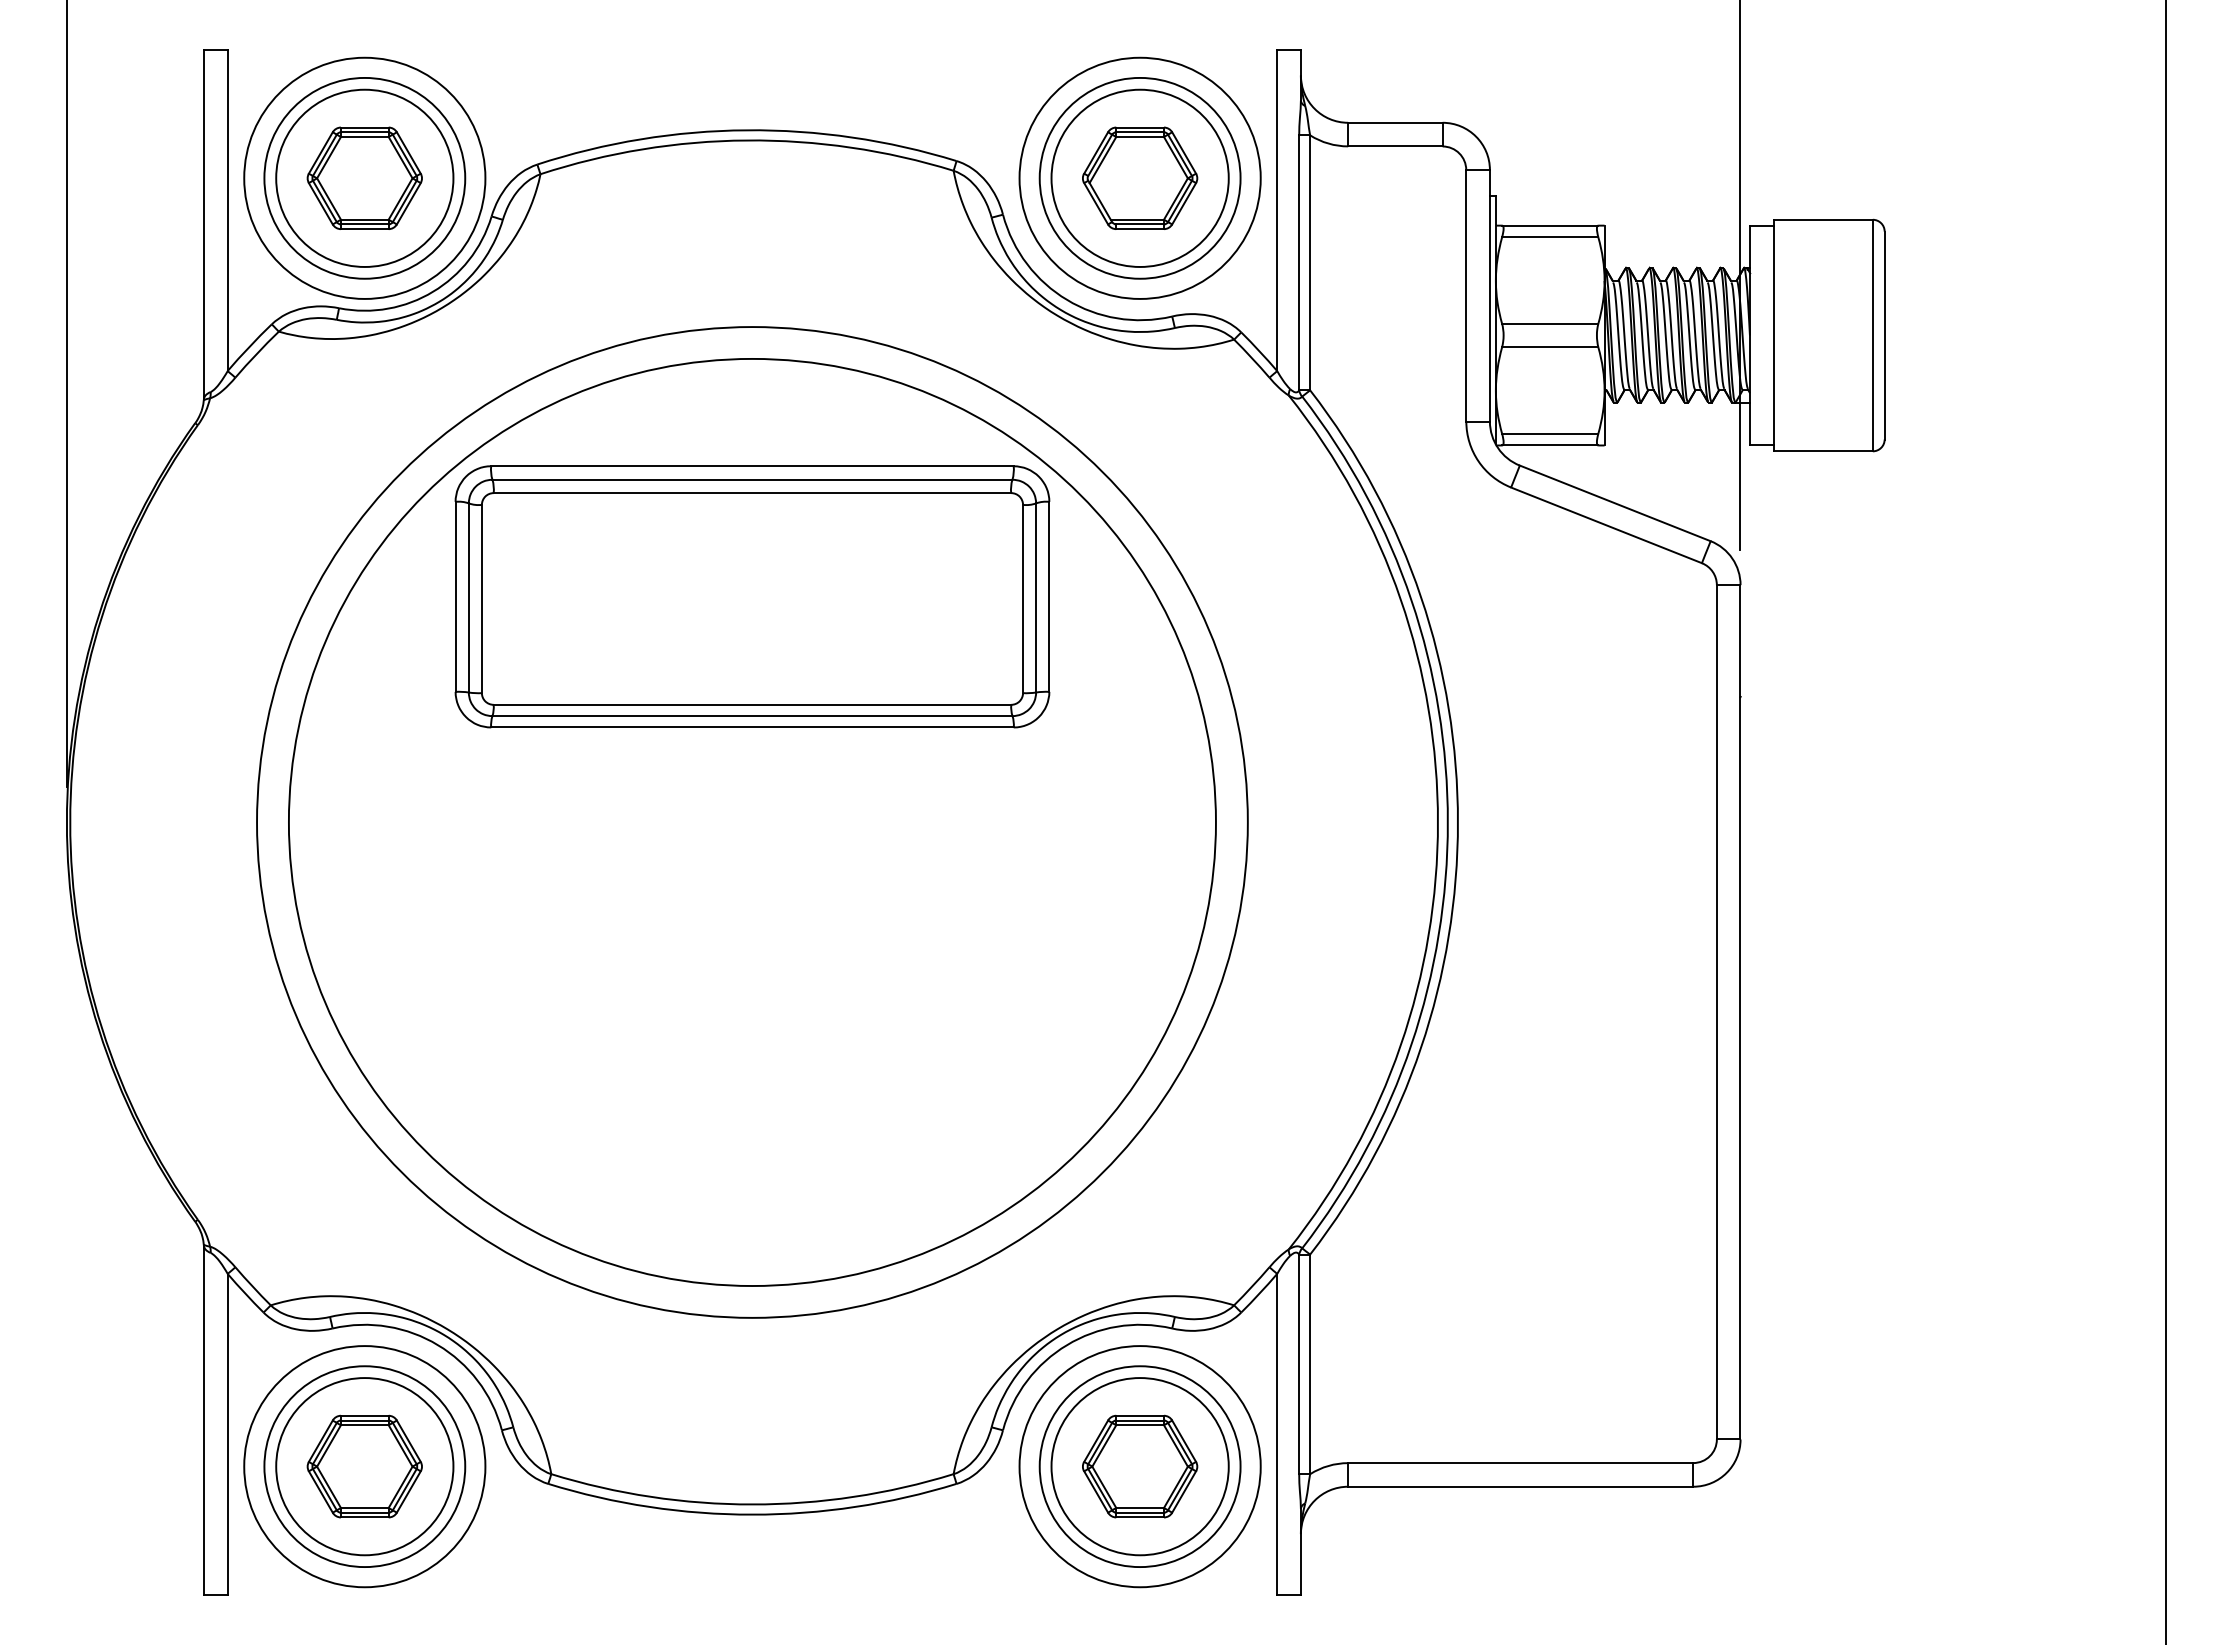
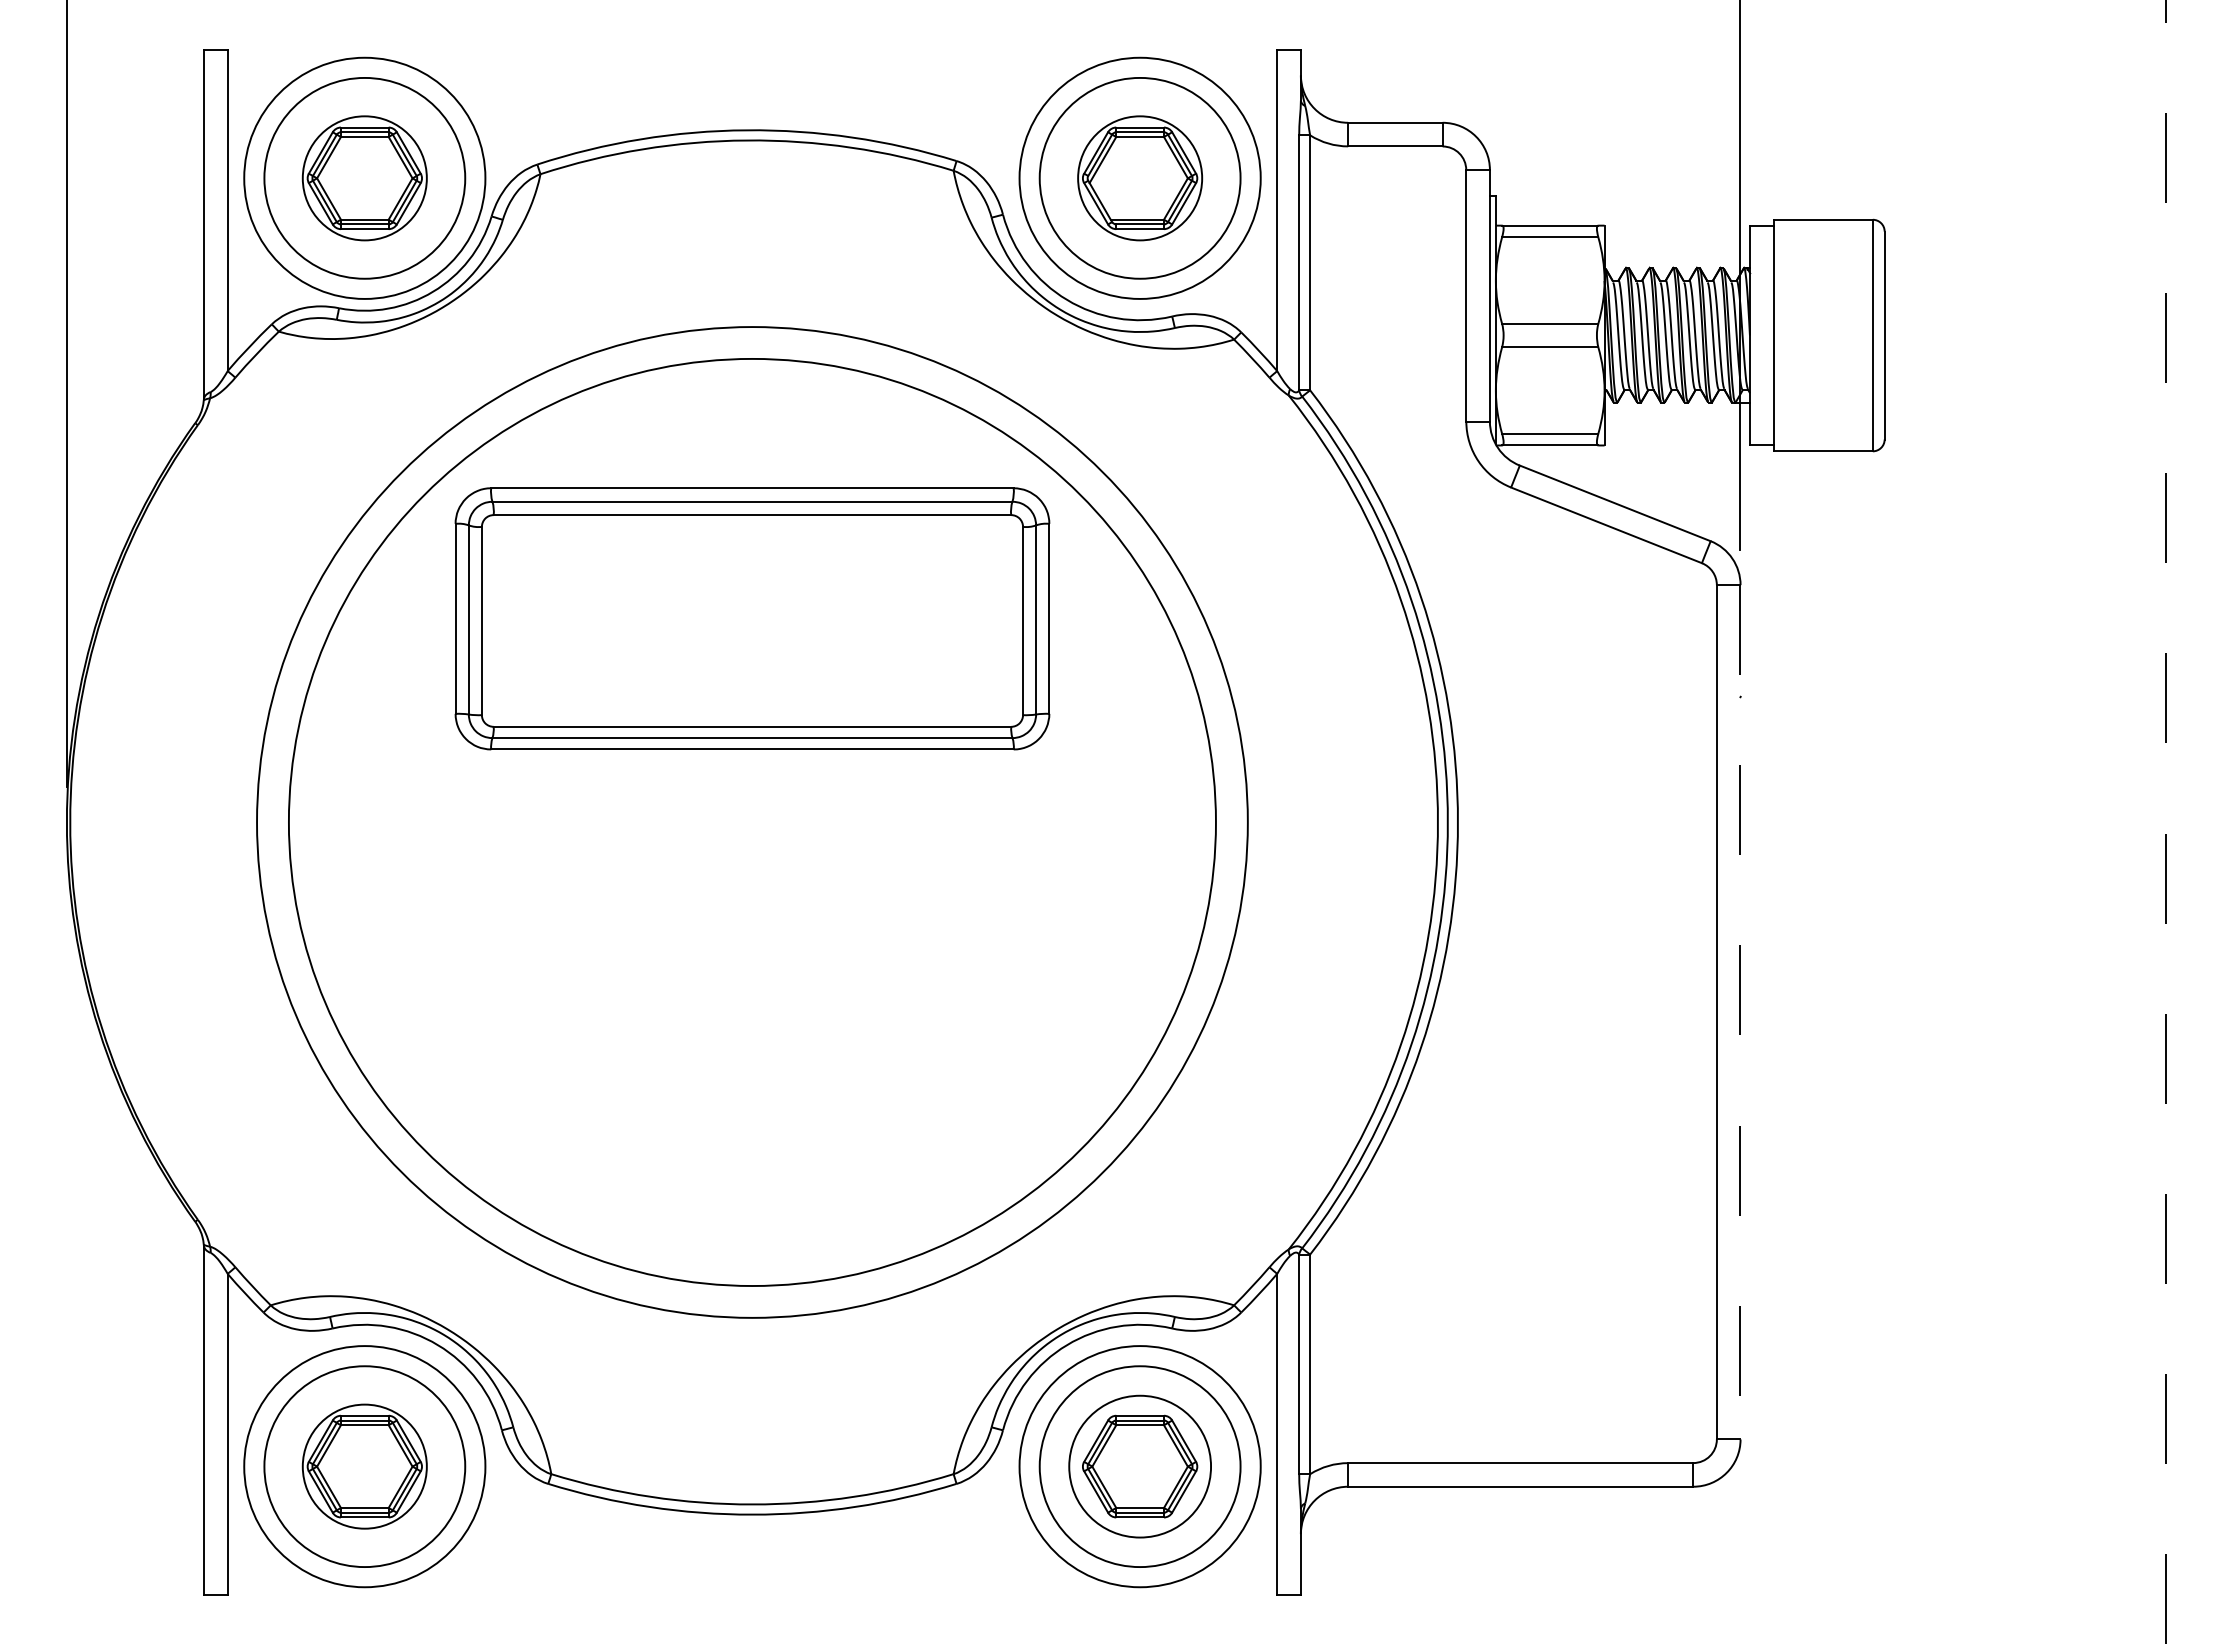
circle at (364, 177) diameter: 177 px -> 124 px
circle at (1139, 177) diameter: 177 px -> 124 px
part at (752, 596) position: (752, 596) -> (752, 618)
line at (2166, 822): solid -> dashed
line at (1740, 1012): solid -> dashed
circle at (364, 1466) diameter: 177 px -> 124 px
circle at (1139, 1466) diameter: 177 px -> 142 px
